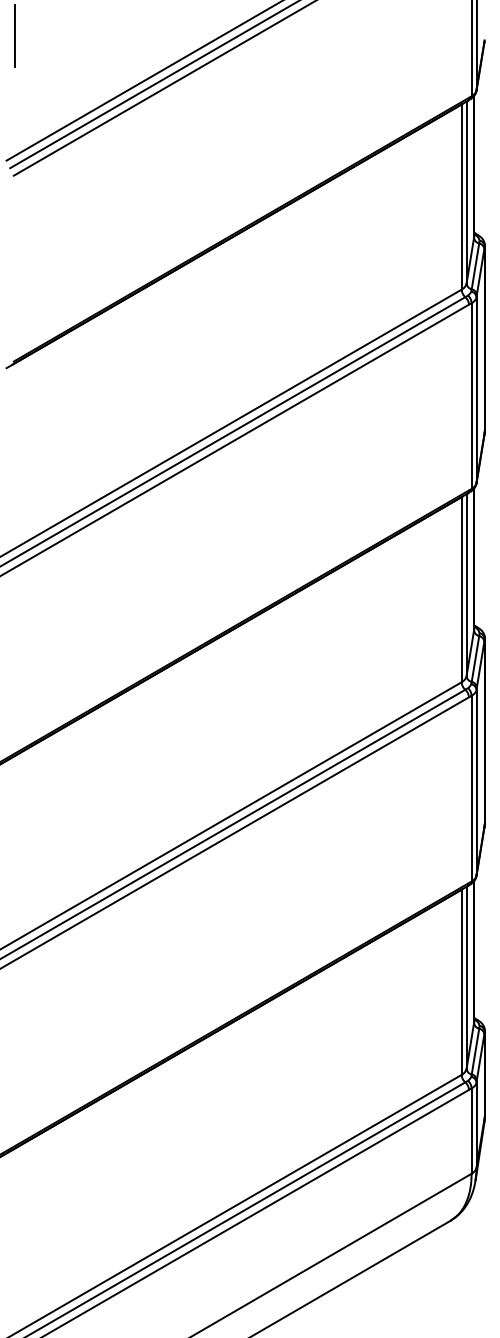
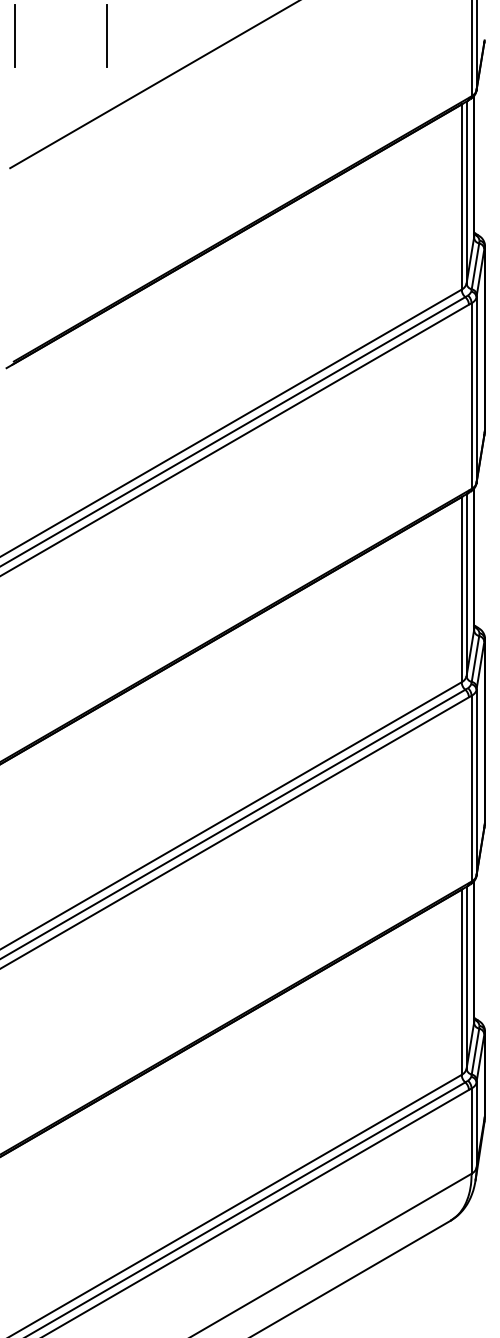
line at (106, 35): none -> present
line at (142, 81): present -> none
line at (162, 88): present -> none
